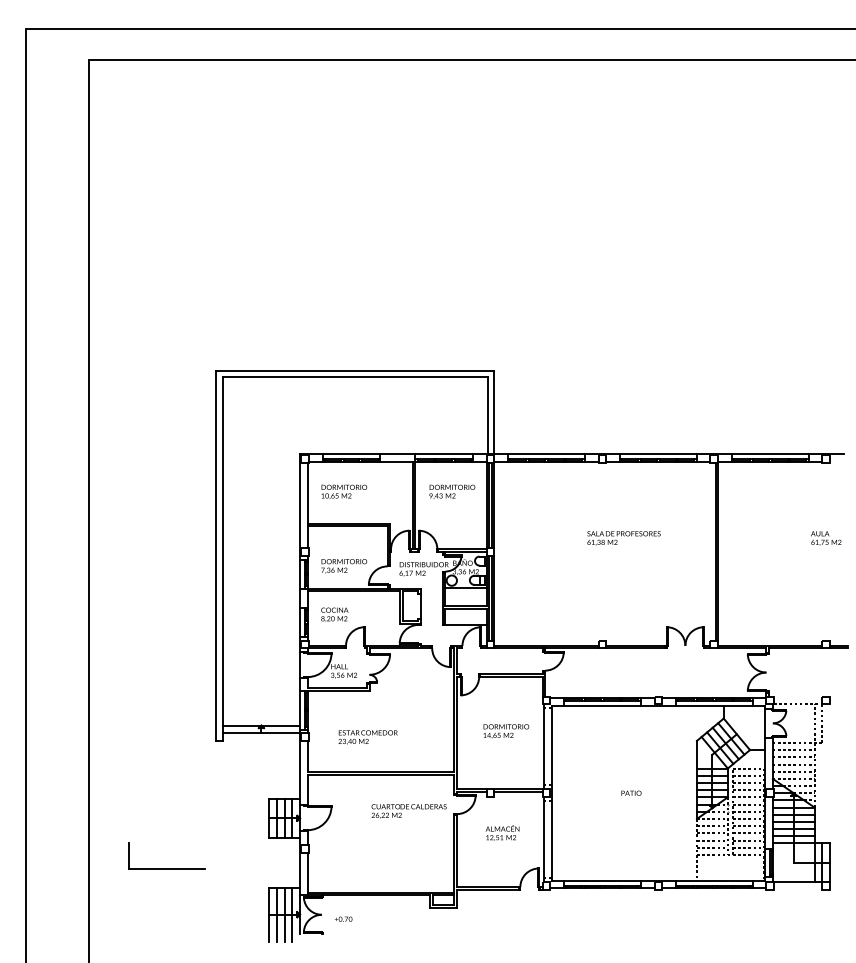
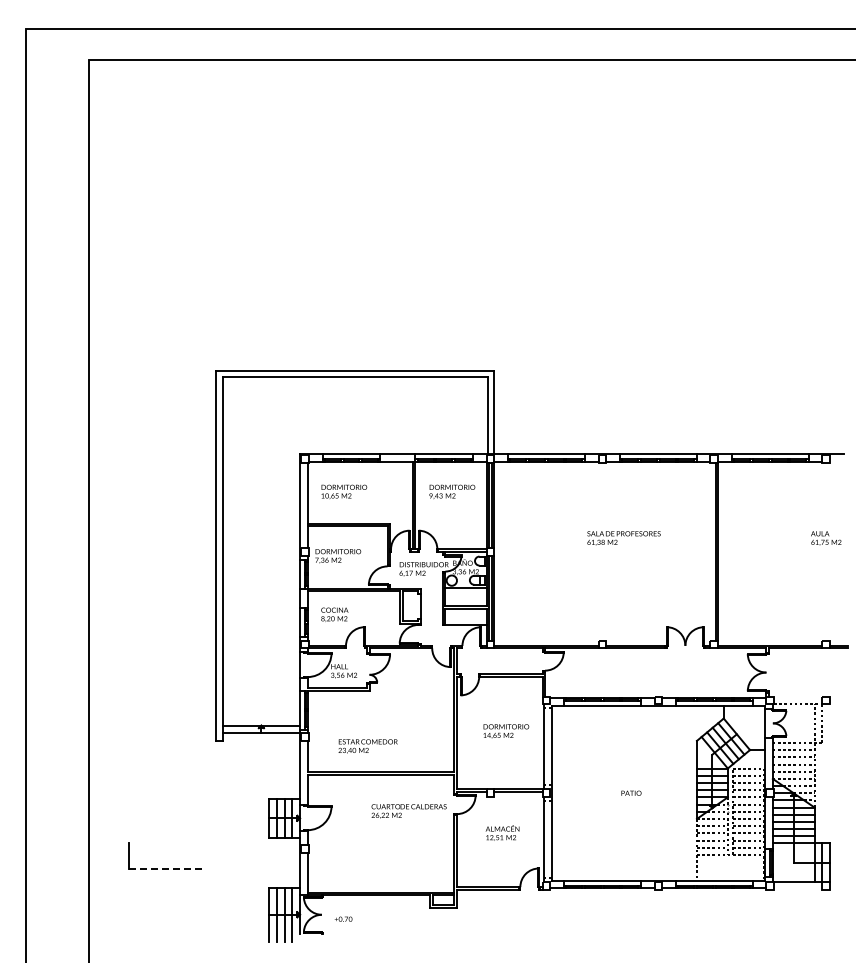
text at (344, 566) position: (344, 566) -> (338, 556)
text at (367, 737) position: (367, 737) -> (367, 746)
line at (167, 869): solid -> dashed
